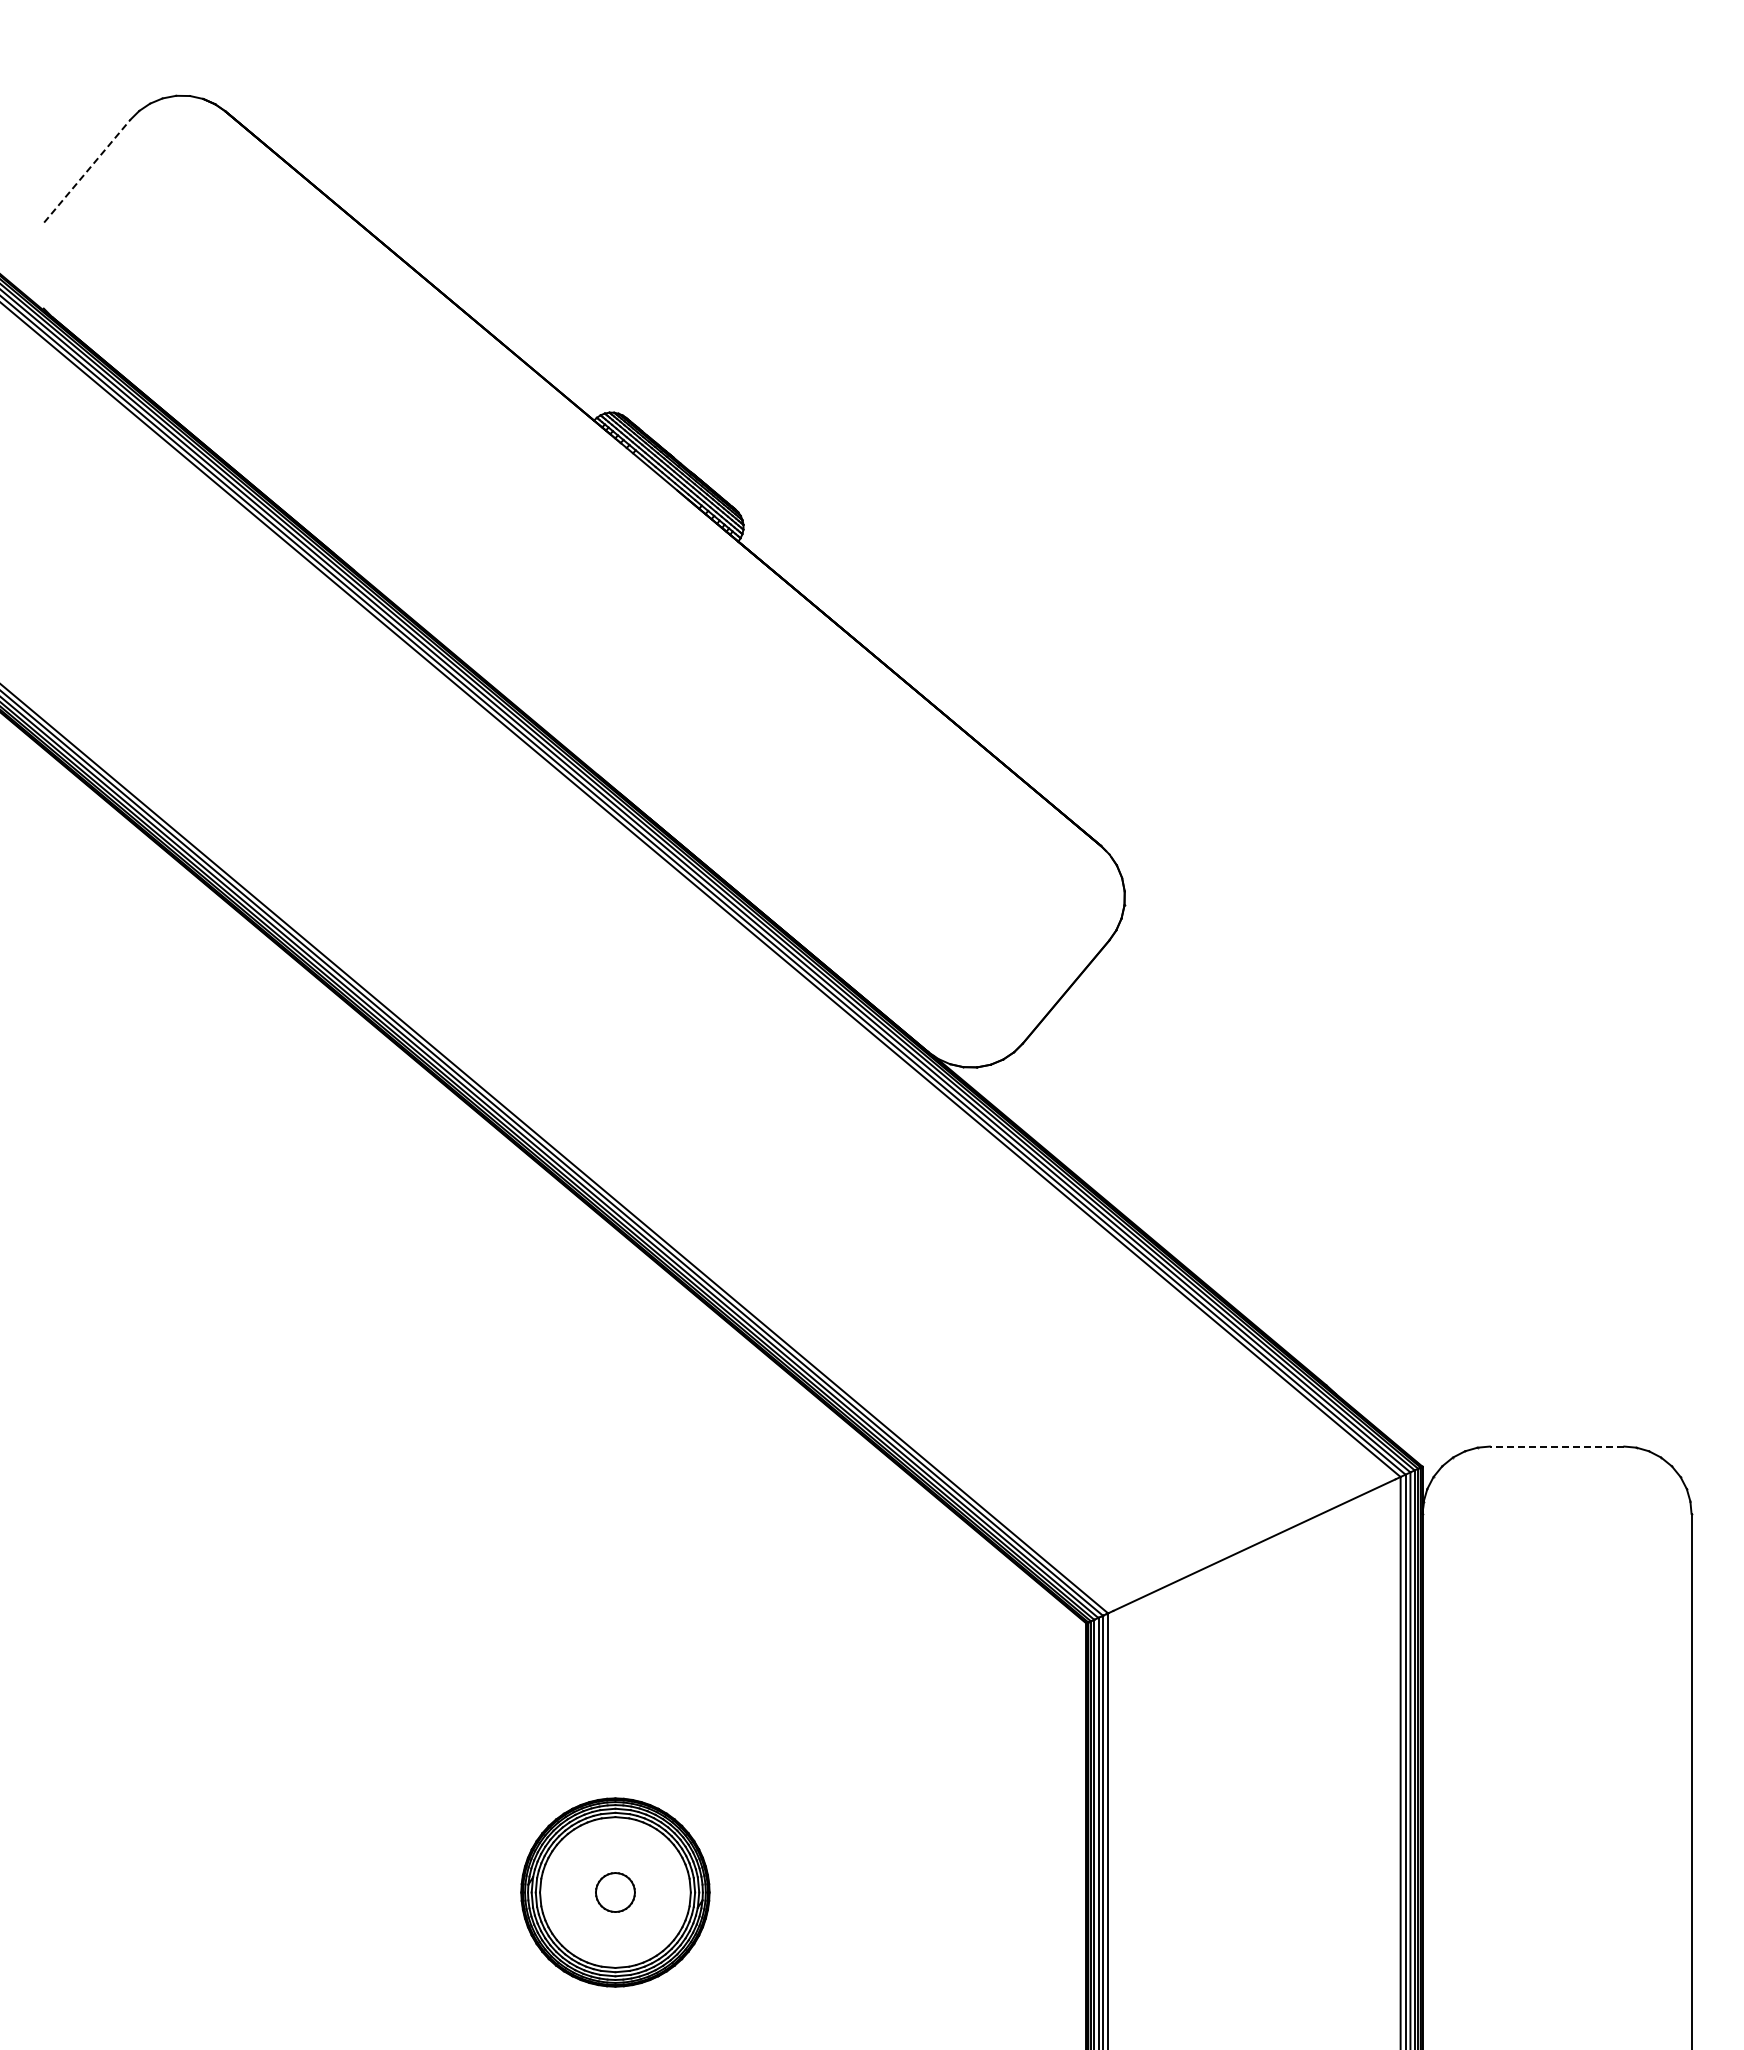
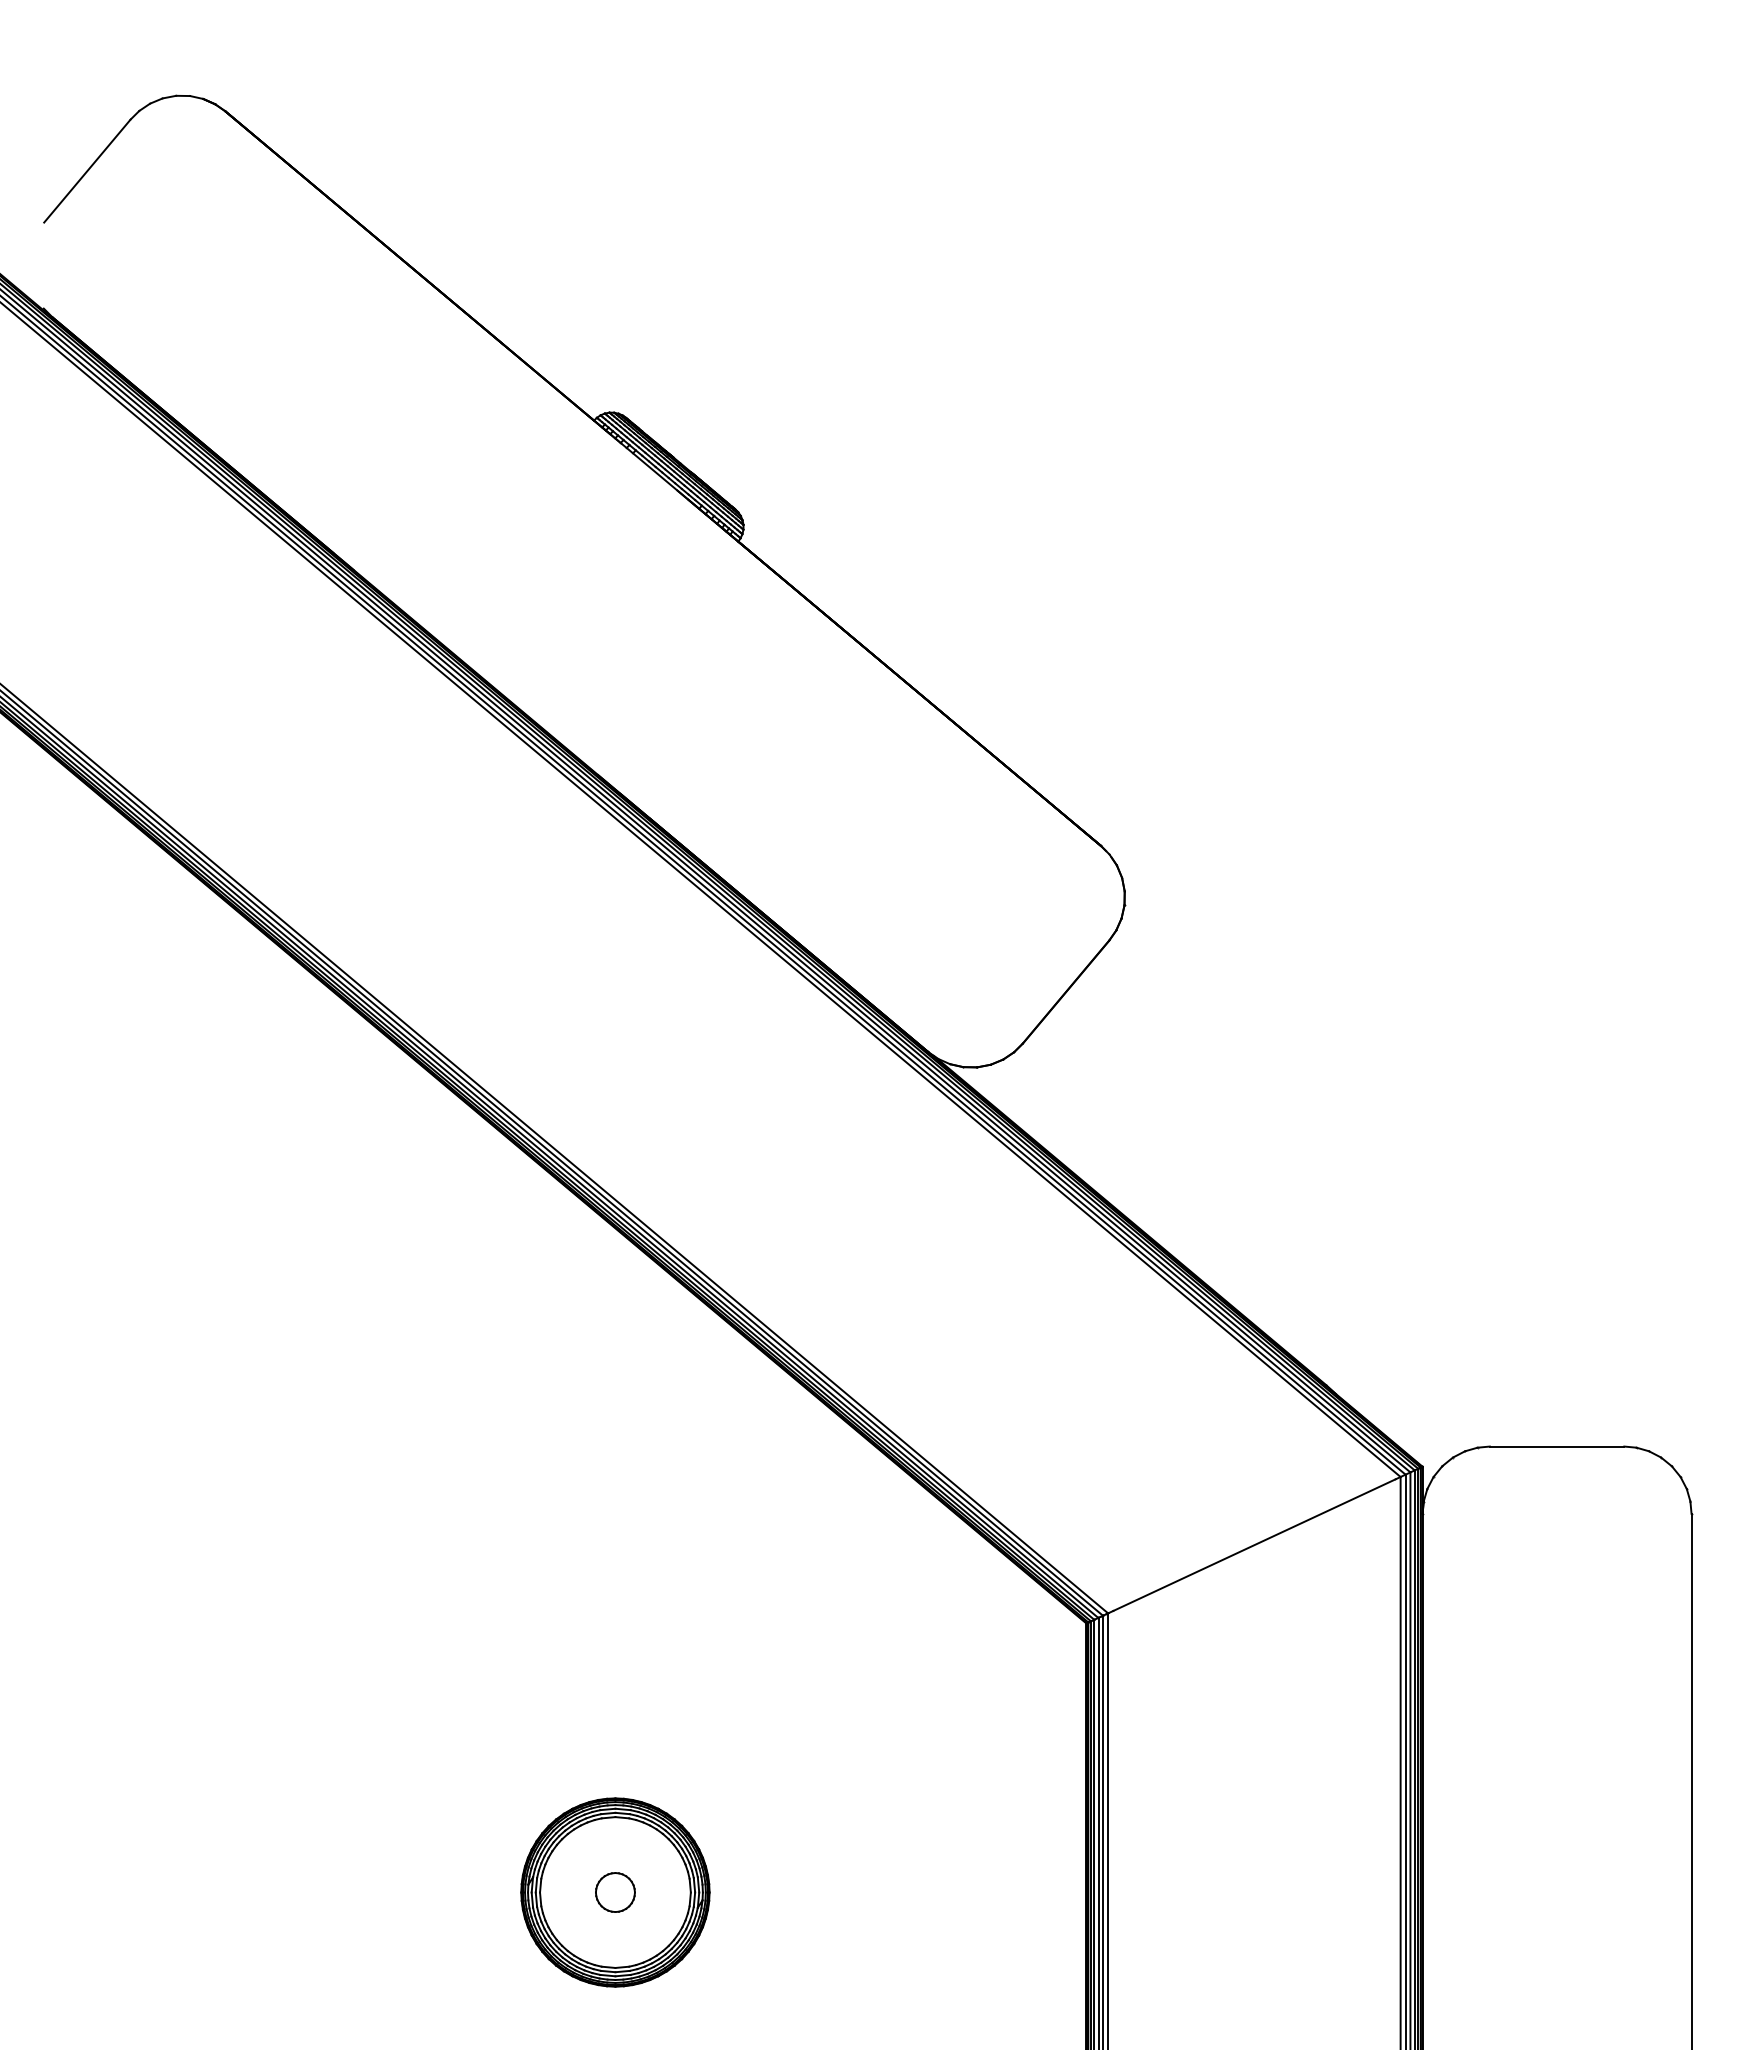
line at (87, 170): dashed -> solid
line at (1556, 1446): dashed -> solid
